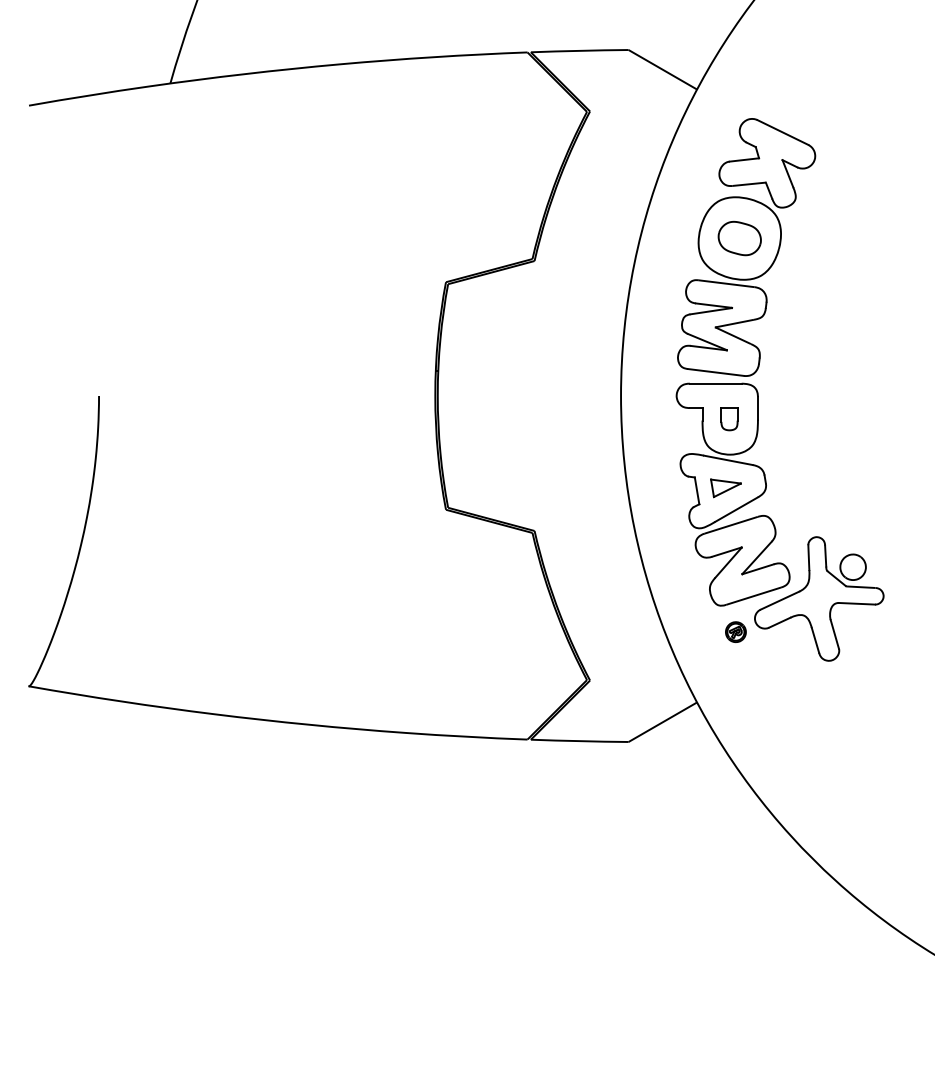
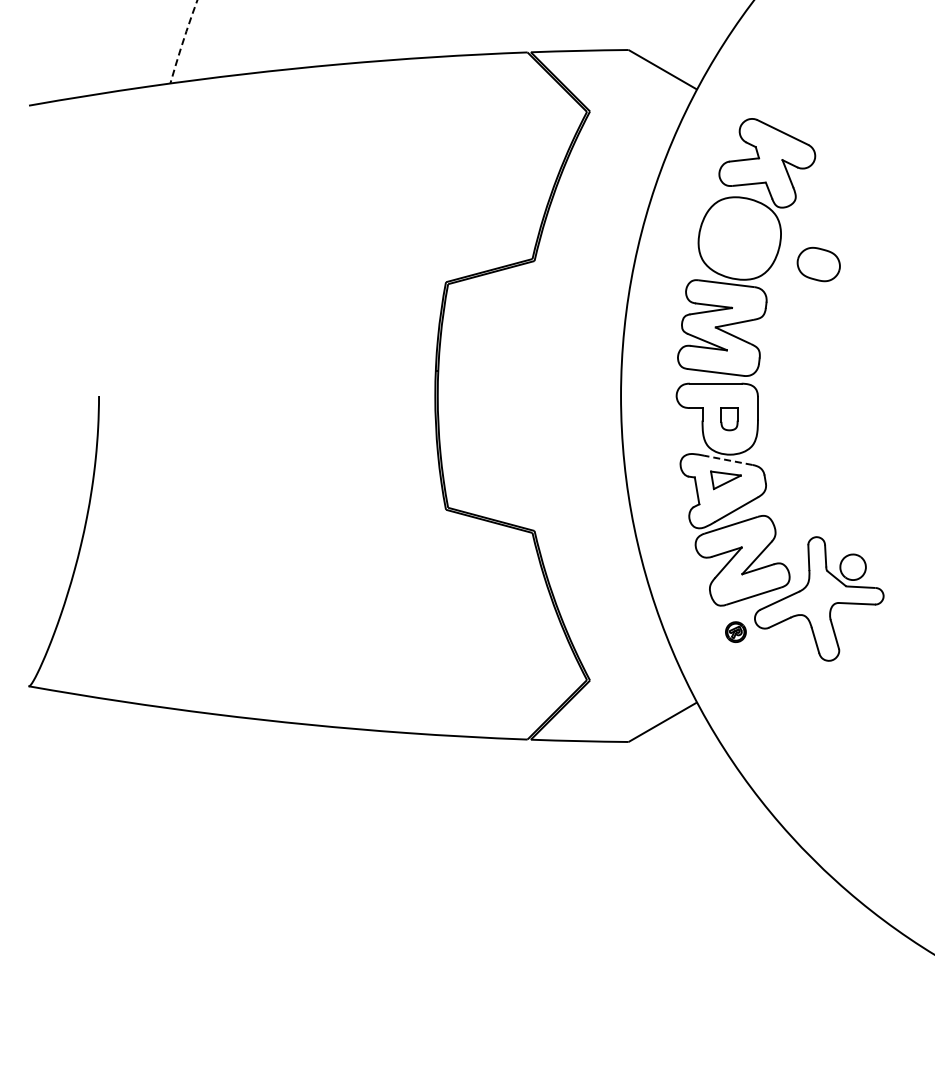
arc at (182, 42): solid -> dashed
part at (739, 238) position: (739, 238) -> (818, 264)
line at (728, 460): solid -> dashed
part at (725, 488) position: (725, 488) -> (725, 480)
